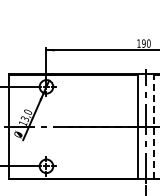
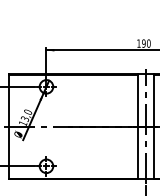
line at (153, 126): dashed -> solid
